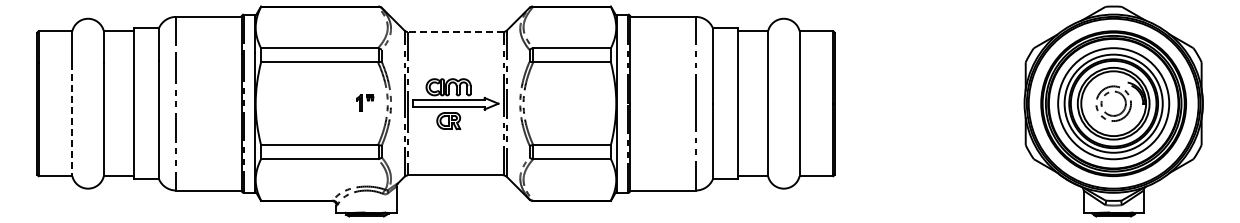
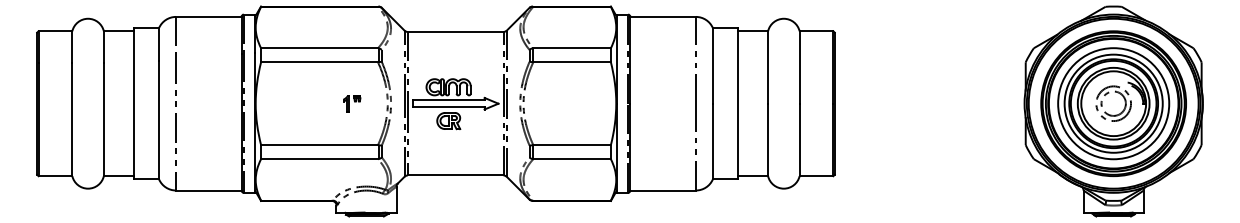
line at (455, 31): dashed -> solid
part at (365, 102) position: (365, 102) -> (352, 103)
line at (72, 119): dashed -> solid
